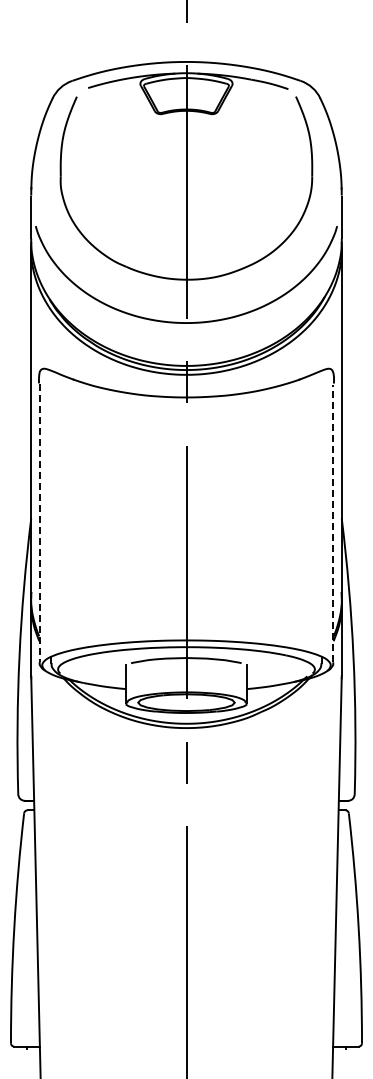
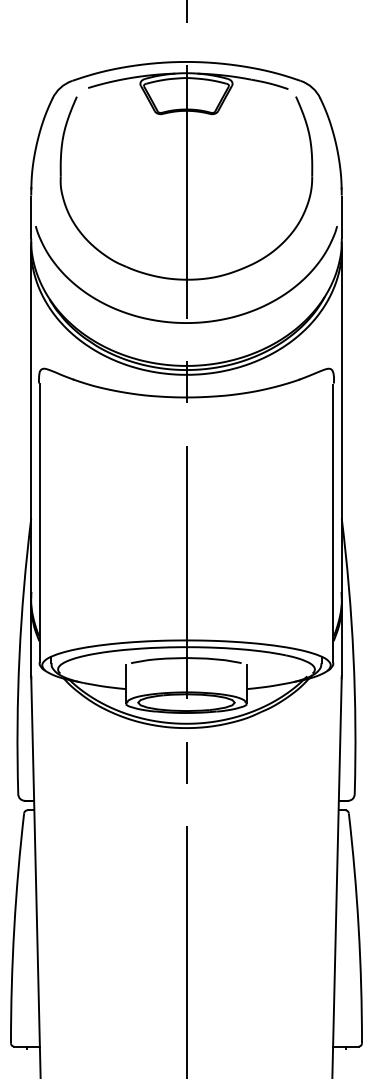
line at (39, 523): dashed -> solid
line at (333, 523): dashed -> solid
